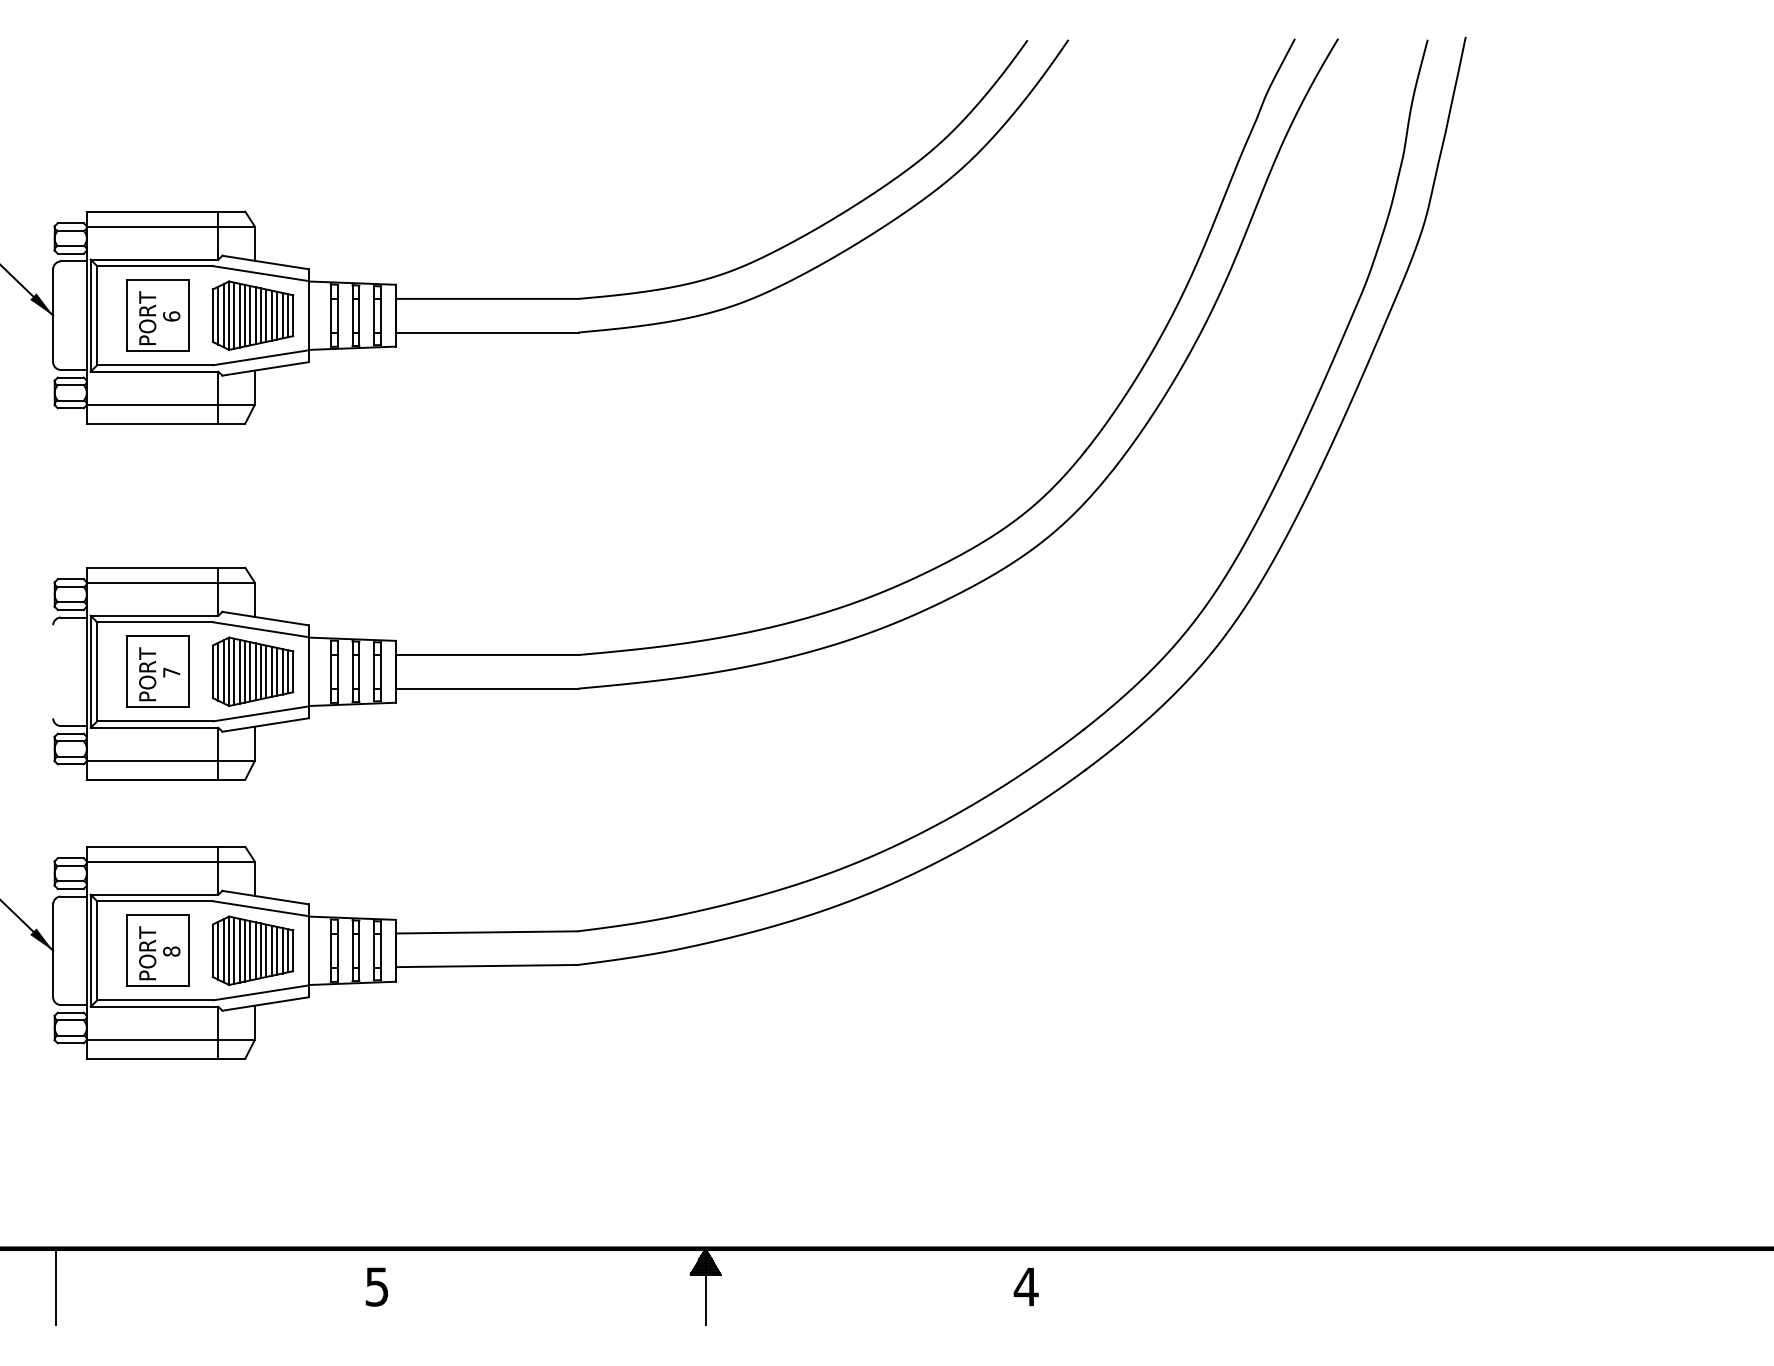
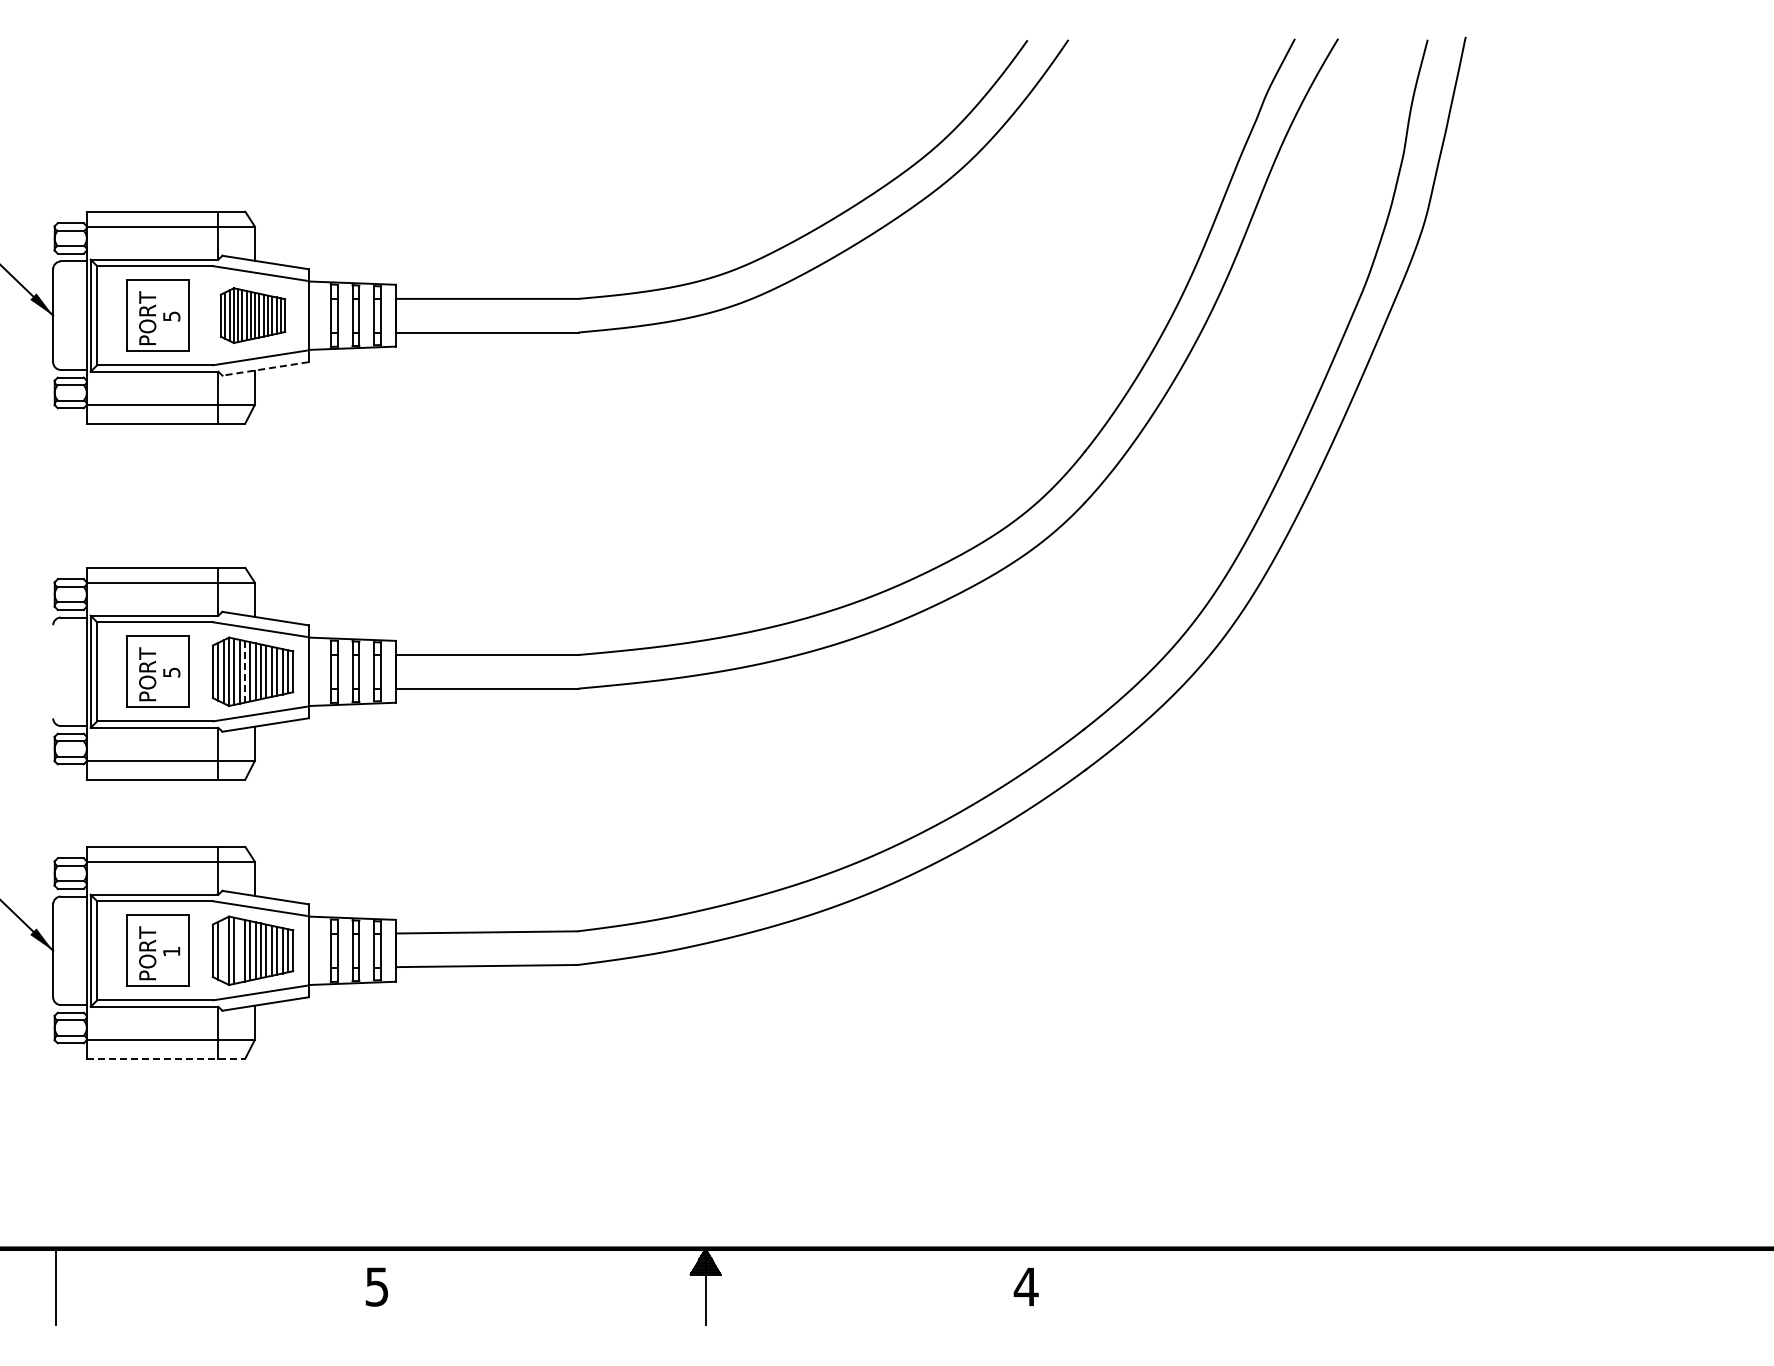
part at (252, 315) size: 84x71 px -> 68x57 px
text at (171, 316): 6 -> 5
line at (265, 368): solid -> dashed
line at (245, 671): solid -> dashed
text at (171, 672): 7 -> 5
line at (223, 950): present -> none
line at (239, 950): present -> none
text at (171, 951): 8 -> 1
line at (166, 1058): solid -> dashed
